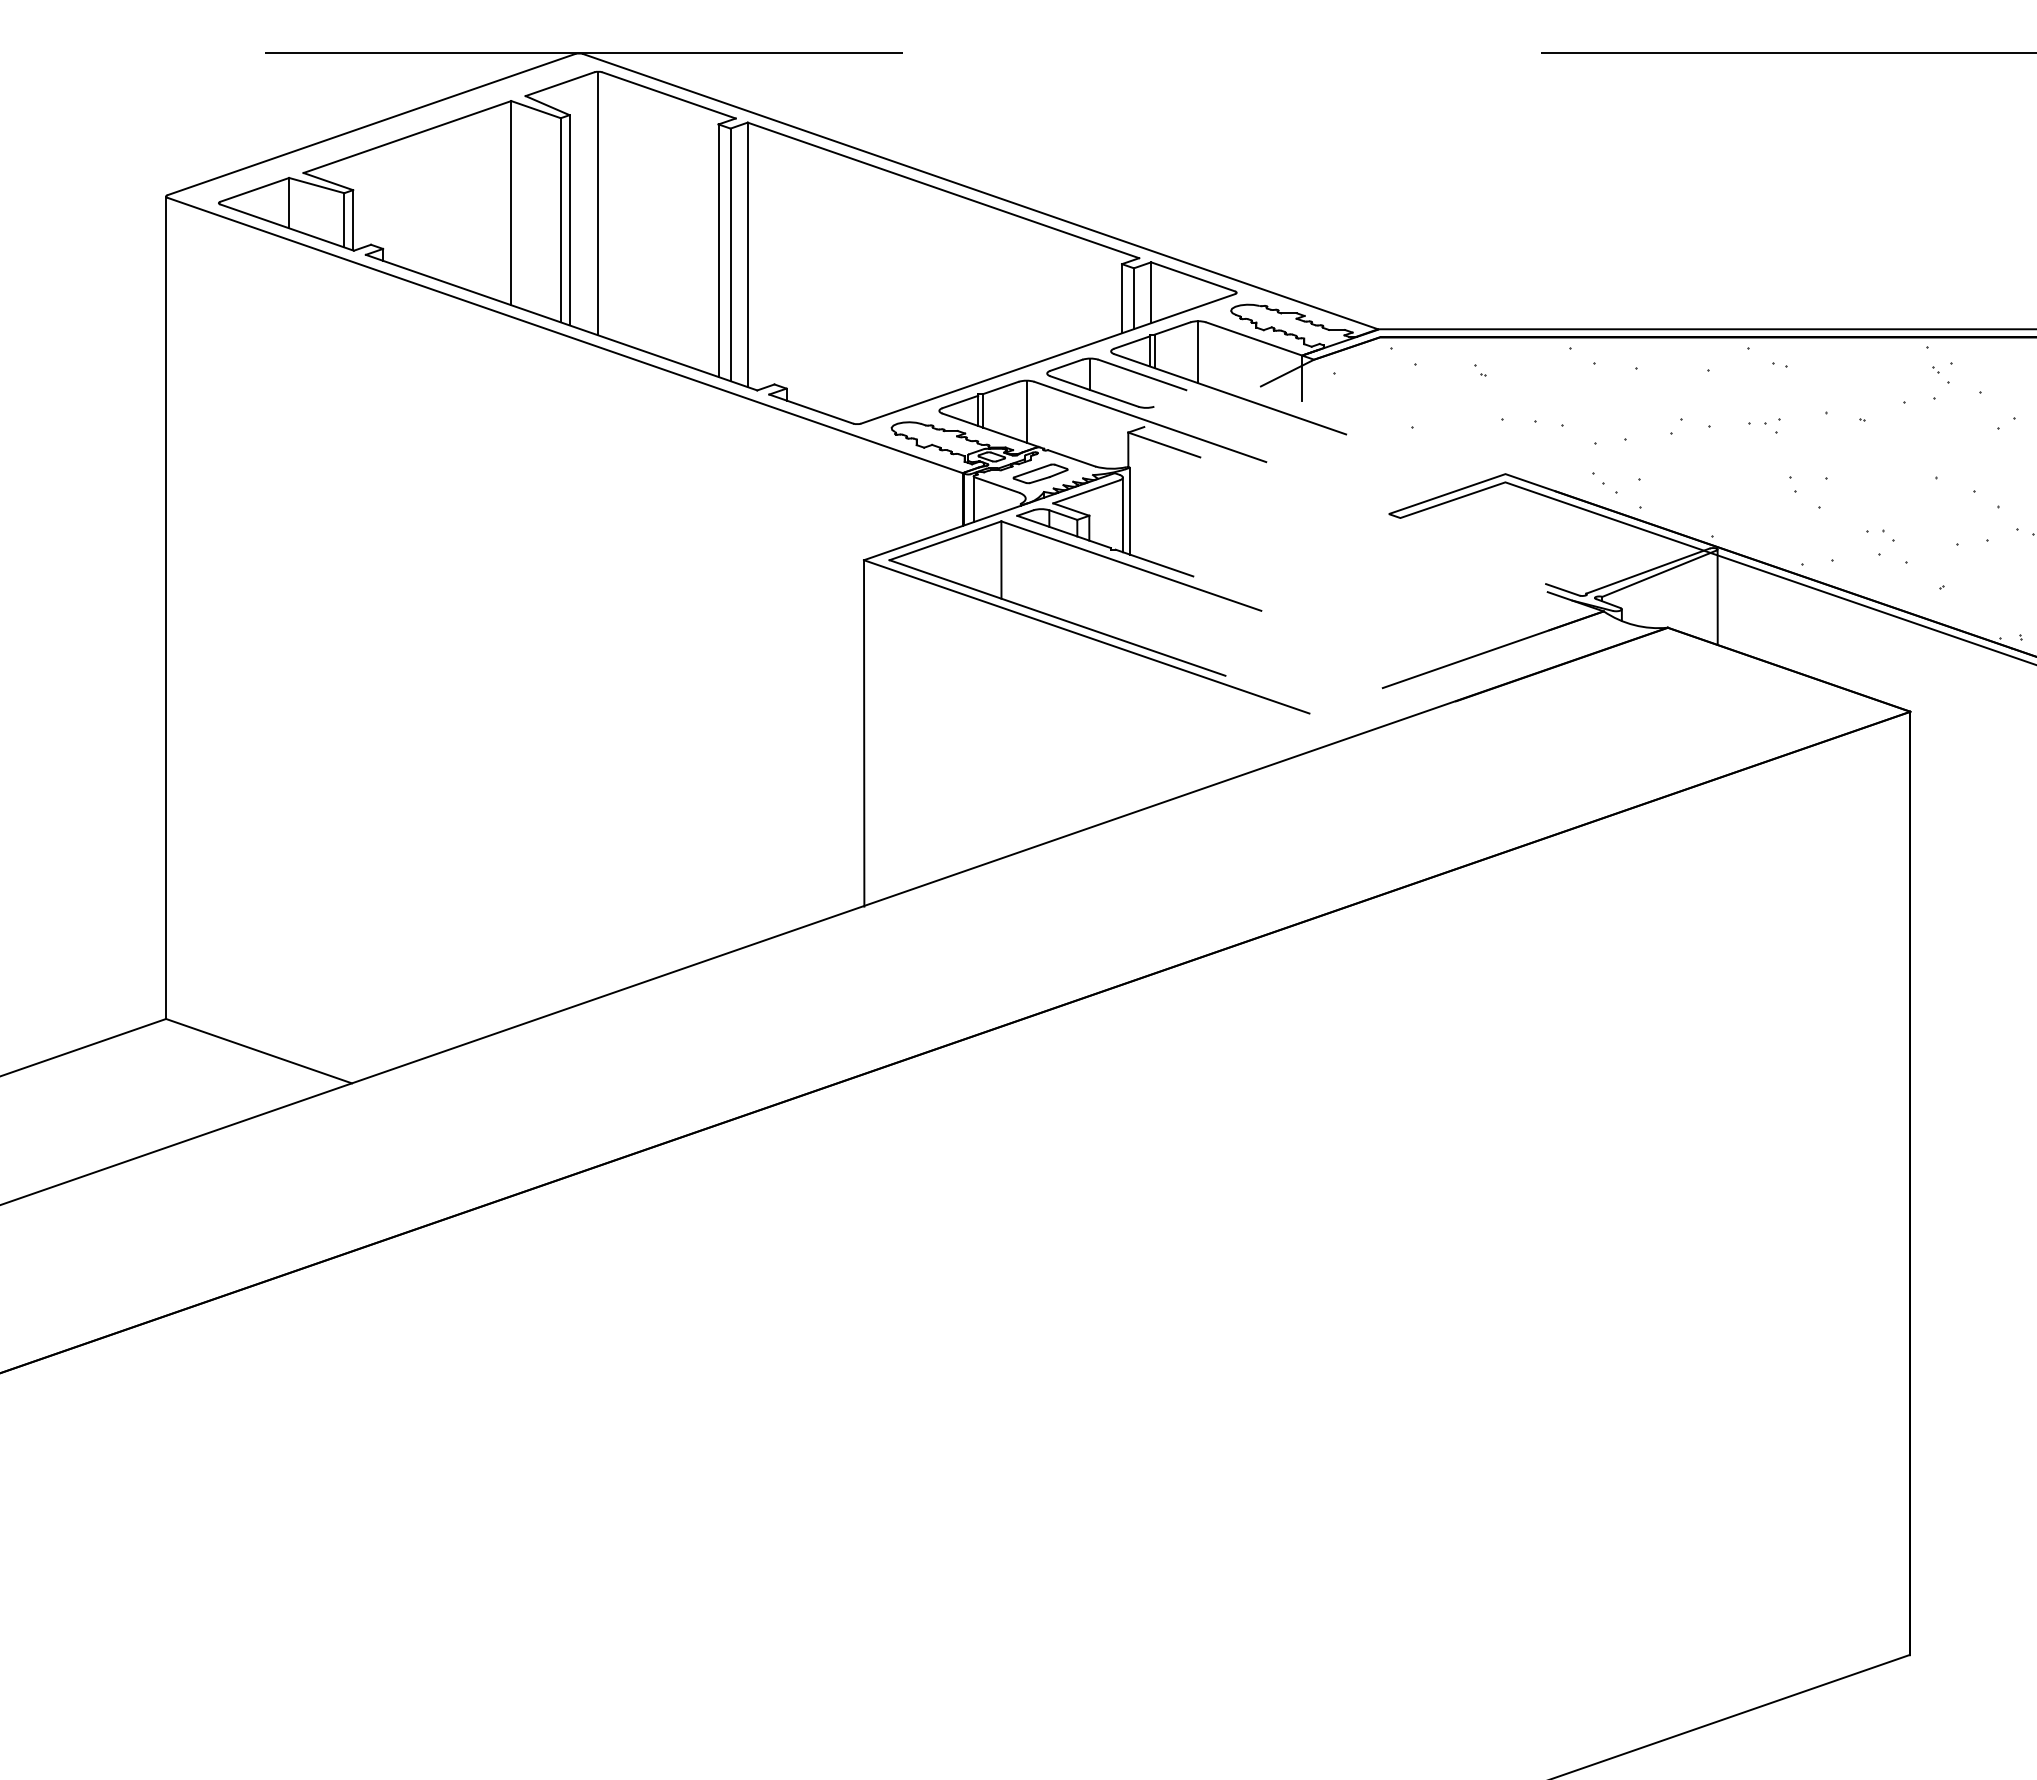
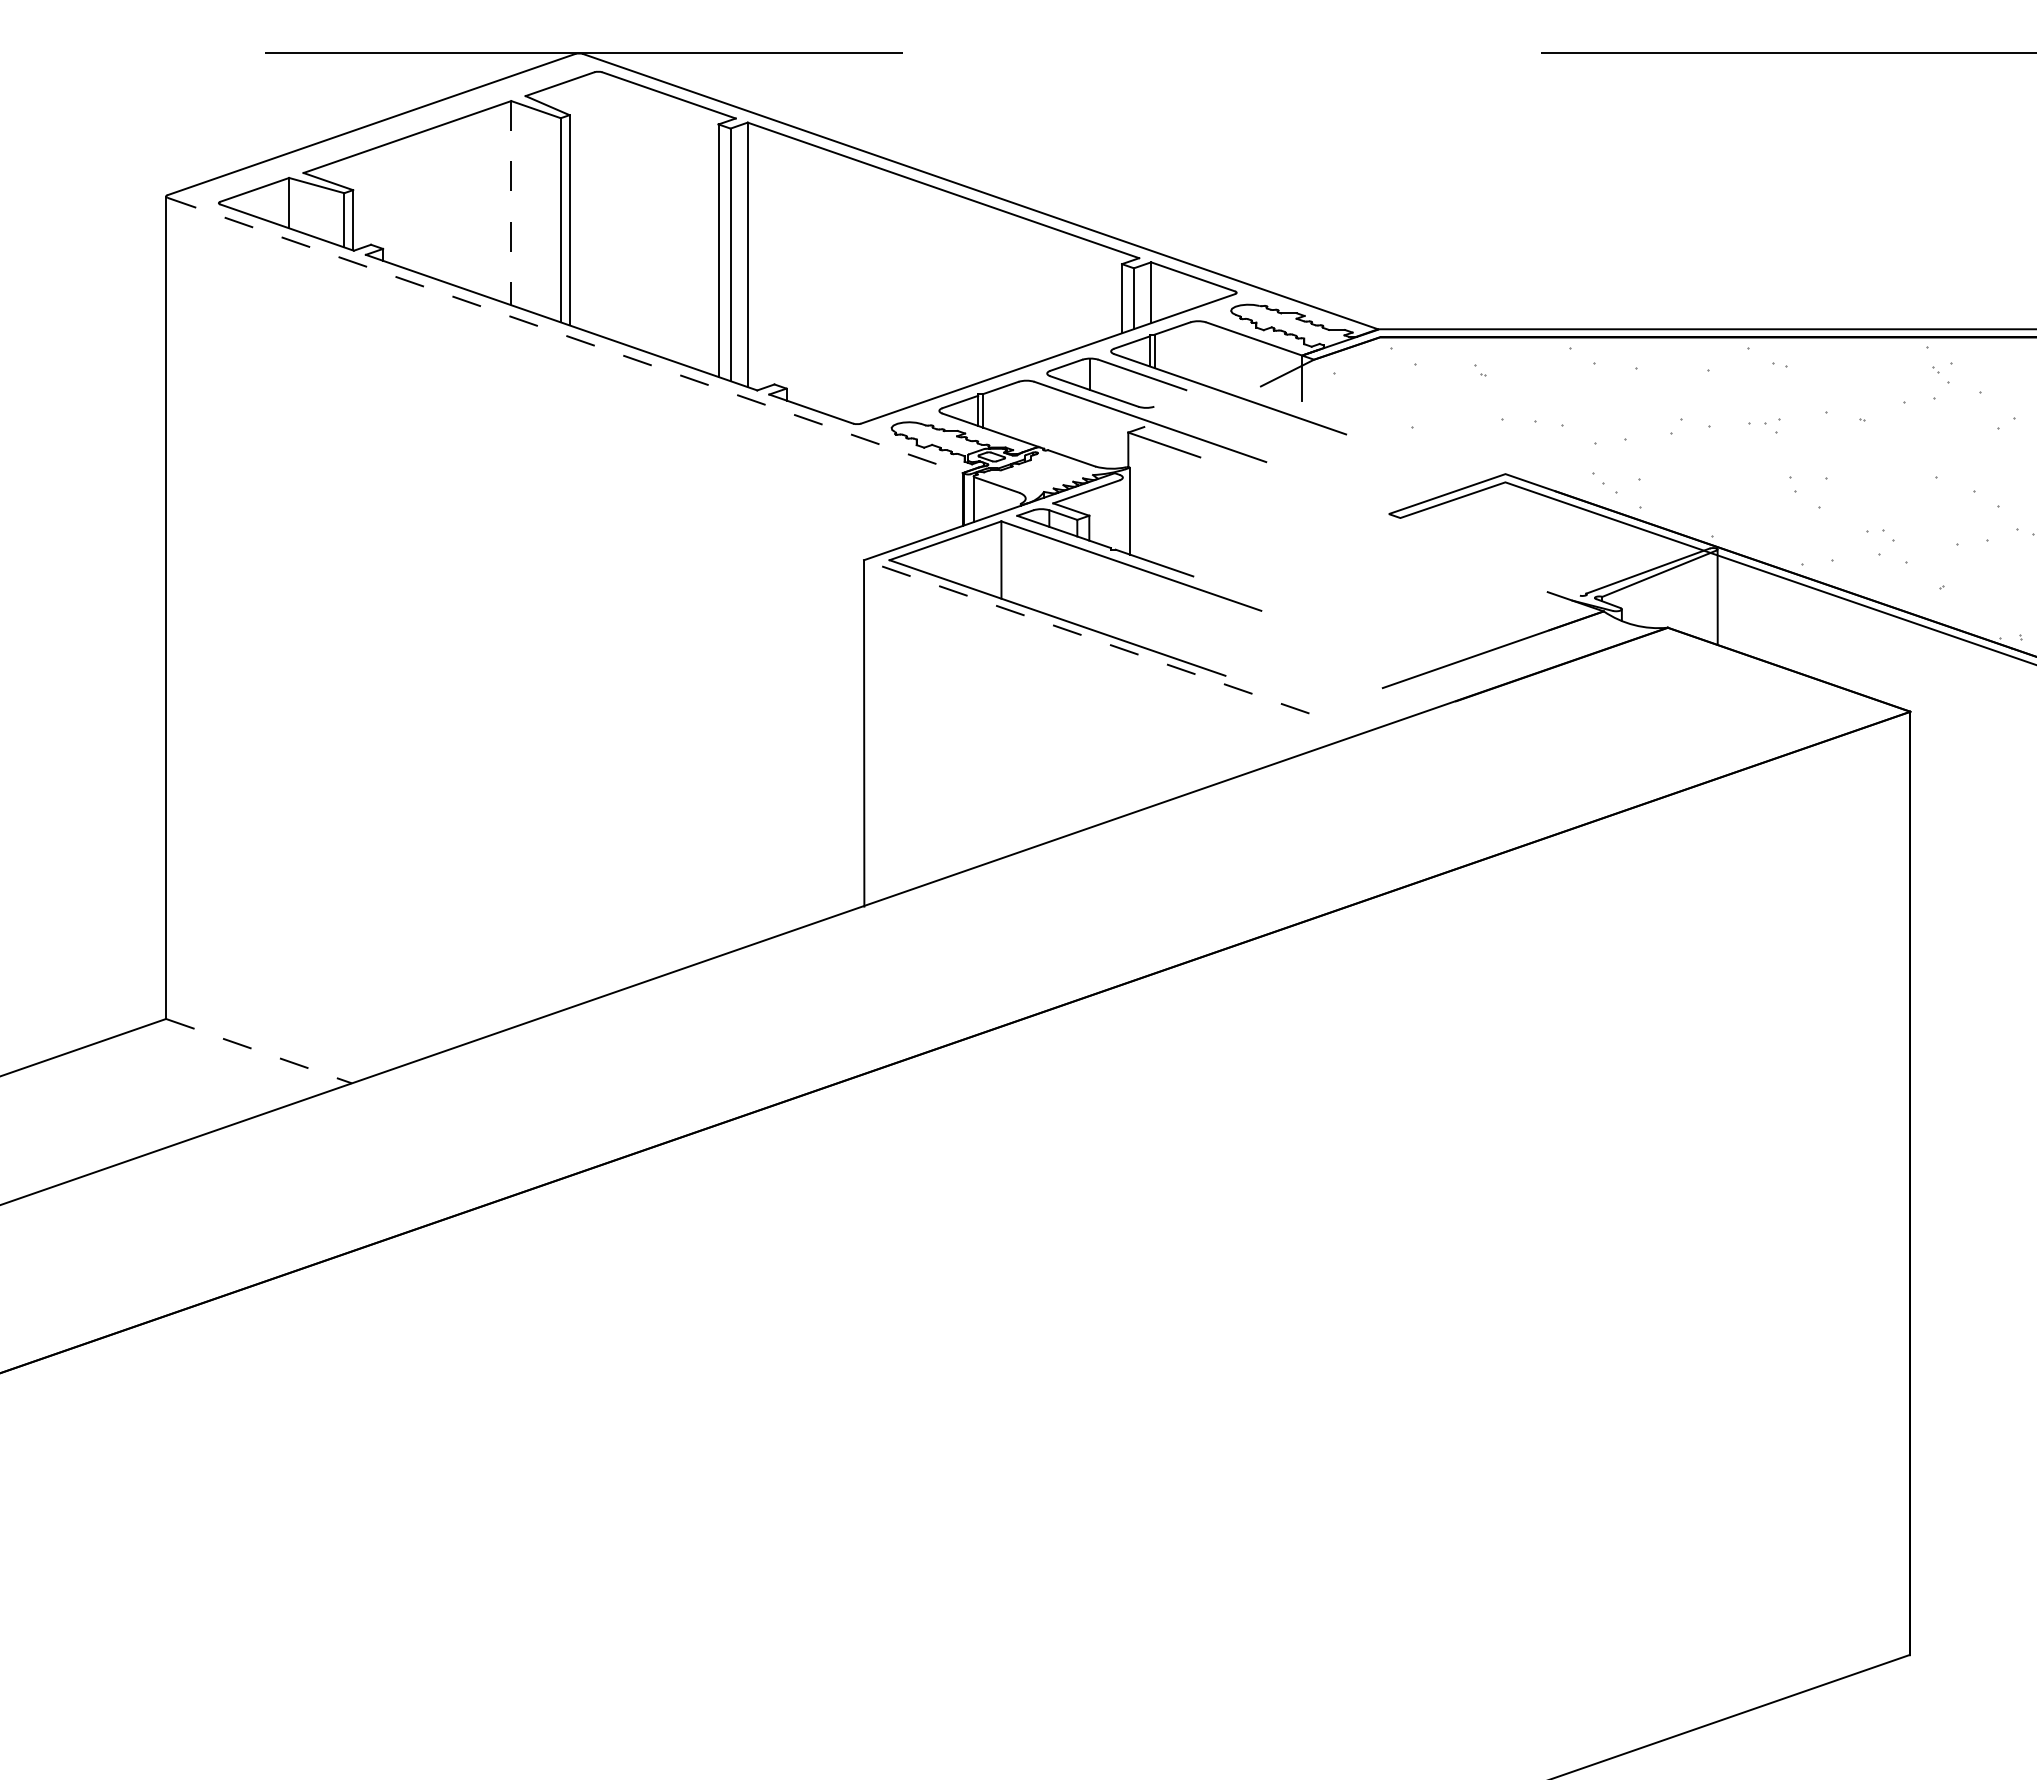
line at (511, 203): solid -> dashed
line at (598, 203): present -> none
line at (565, 335): solid -> dashed
line at (1198, 352): present -> none
line at (1026, 411): present -> none
part at (1040, 473): present -> none
hatch at (1683, 493): present -> none
line at (1122, 514): present -> none
line at (1562, 589): present -> none
line at (1086, 636): solid -> dashed
line at (259, 1051): solid -> dashed
